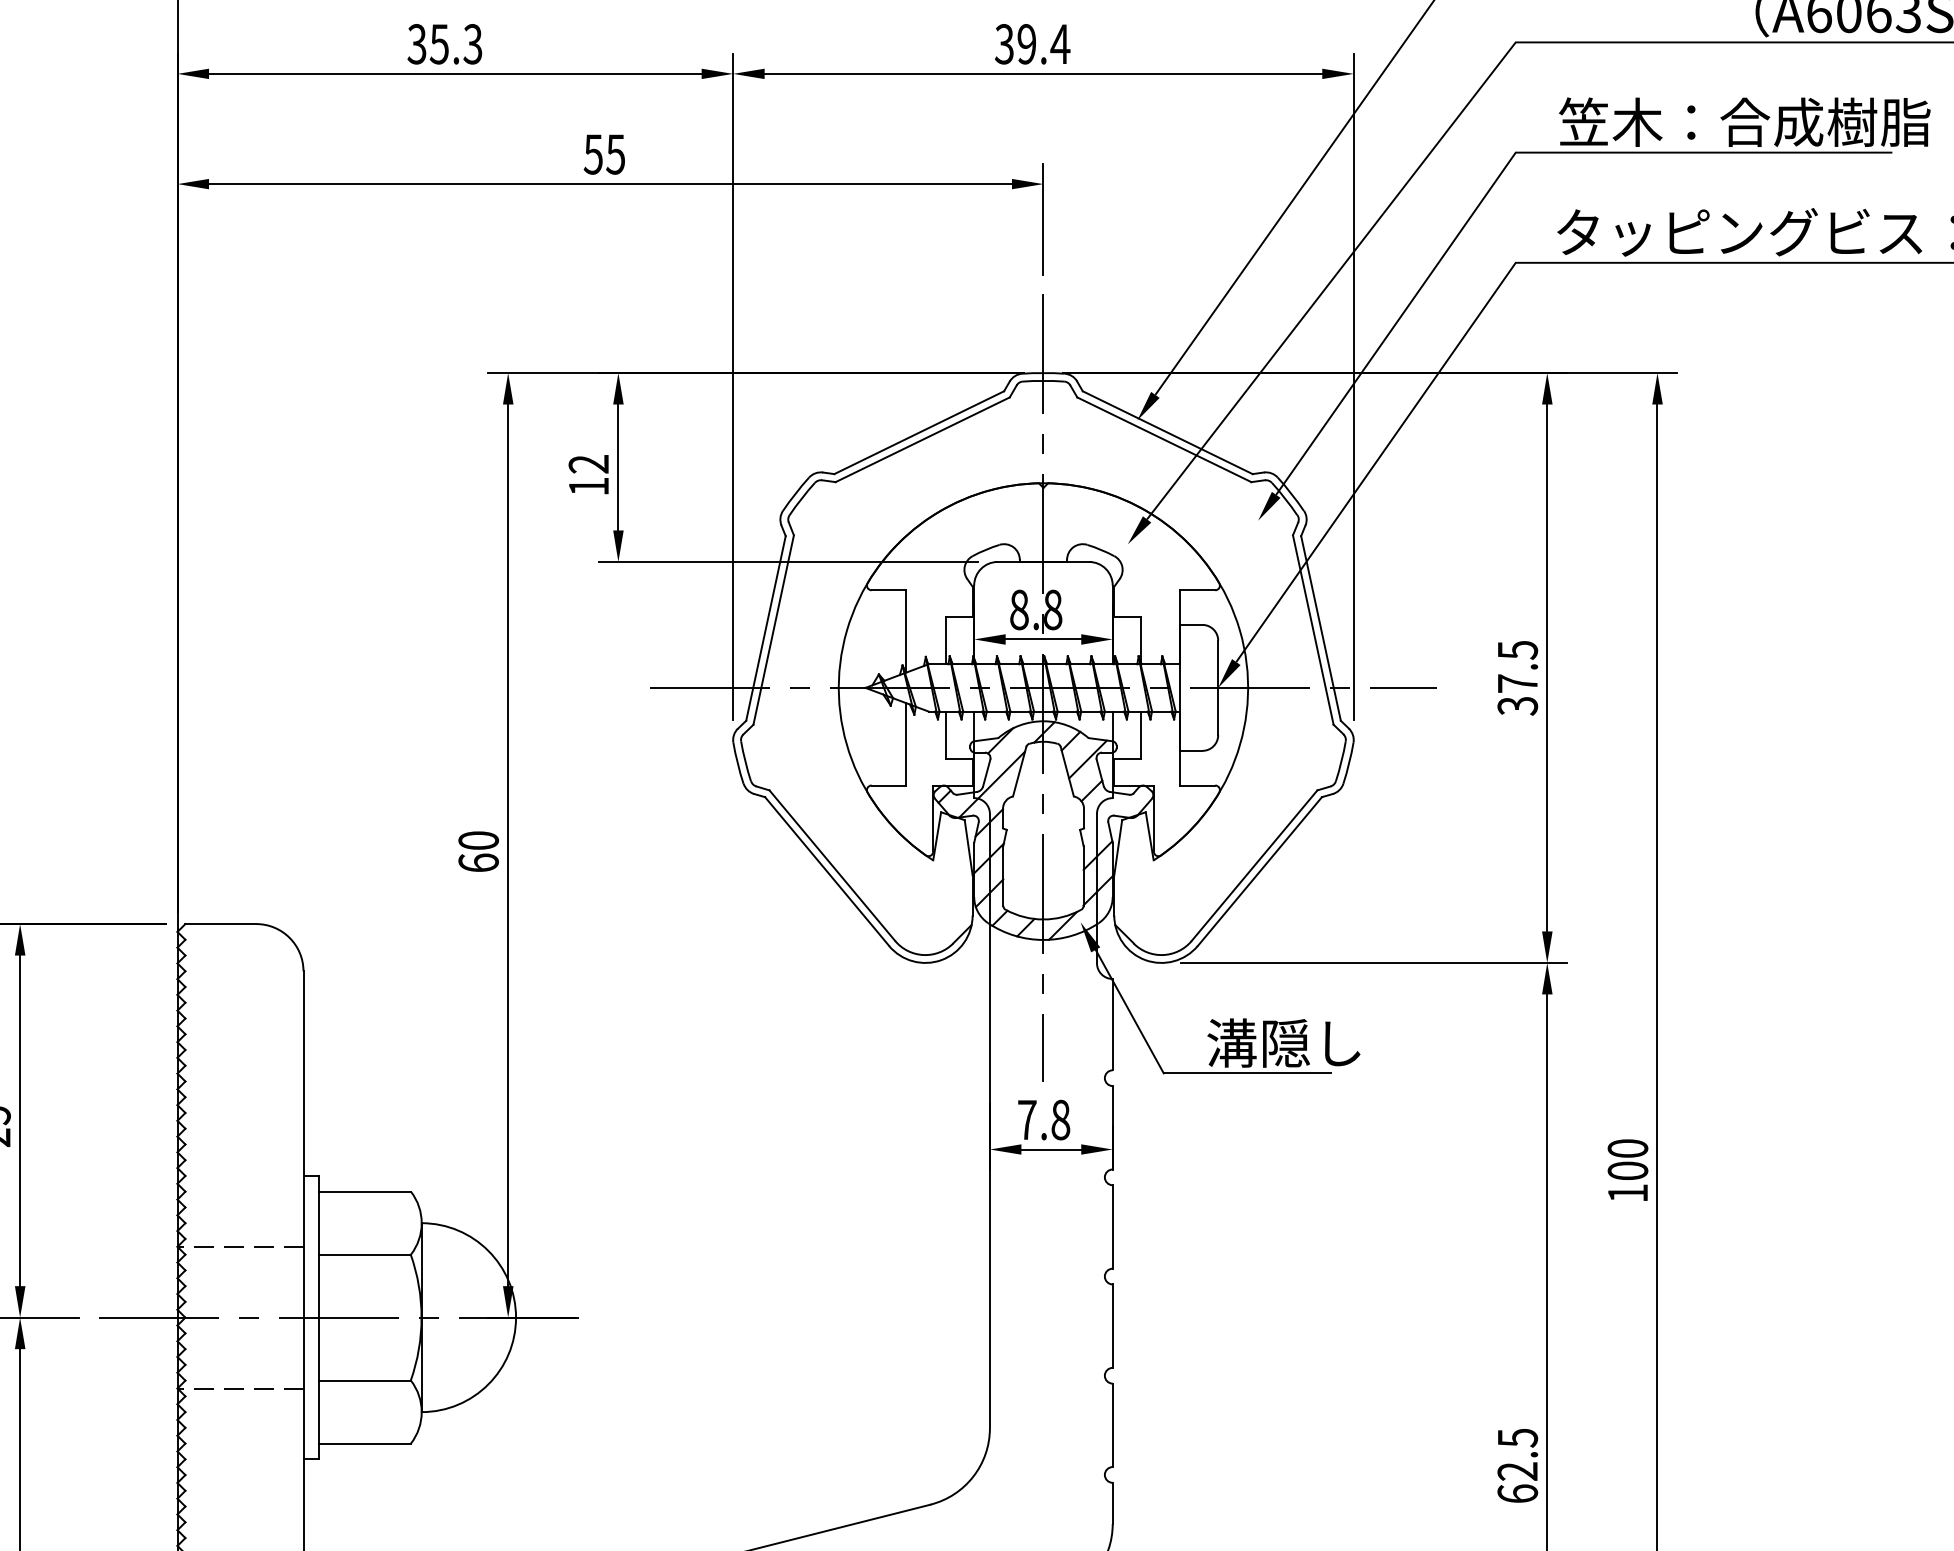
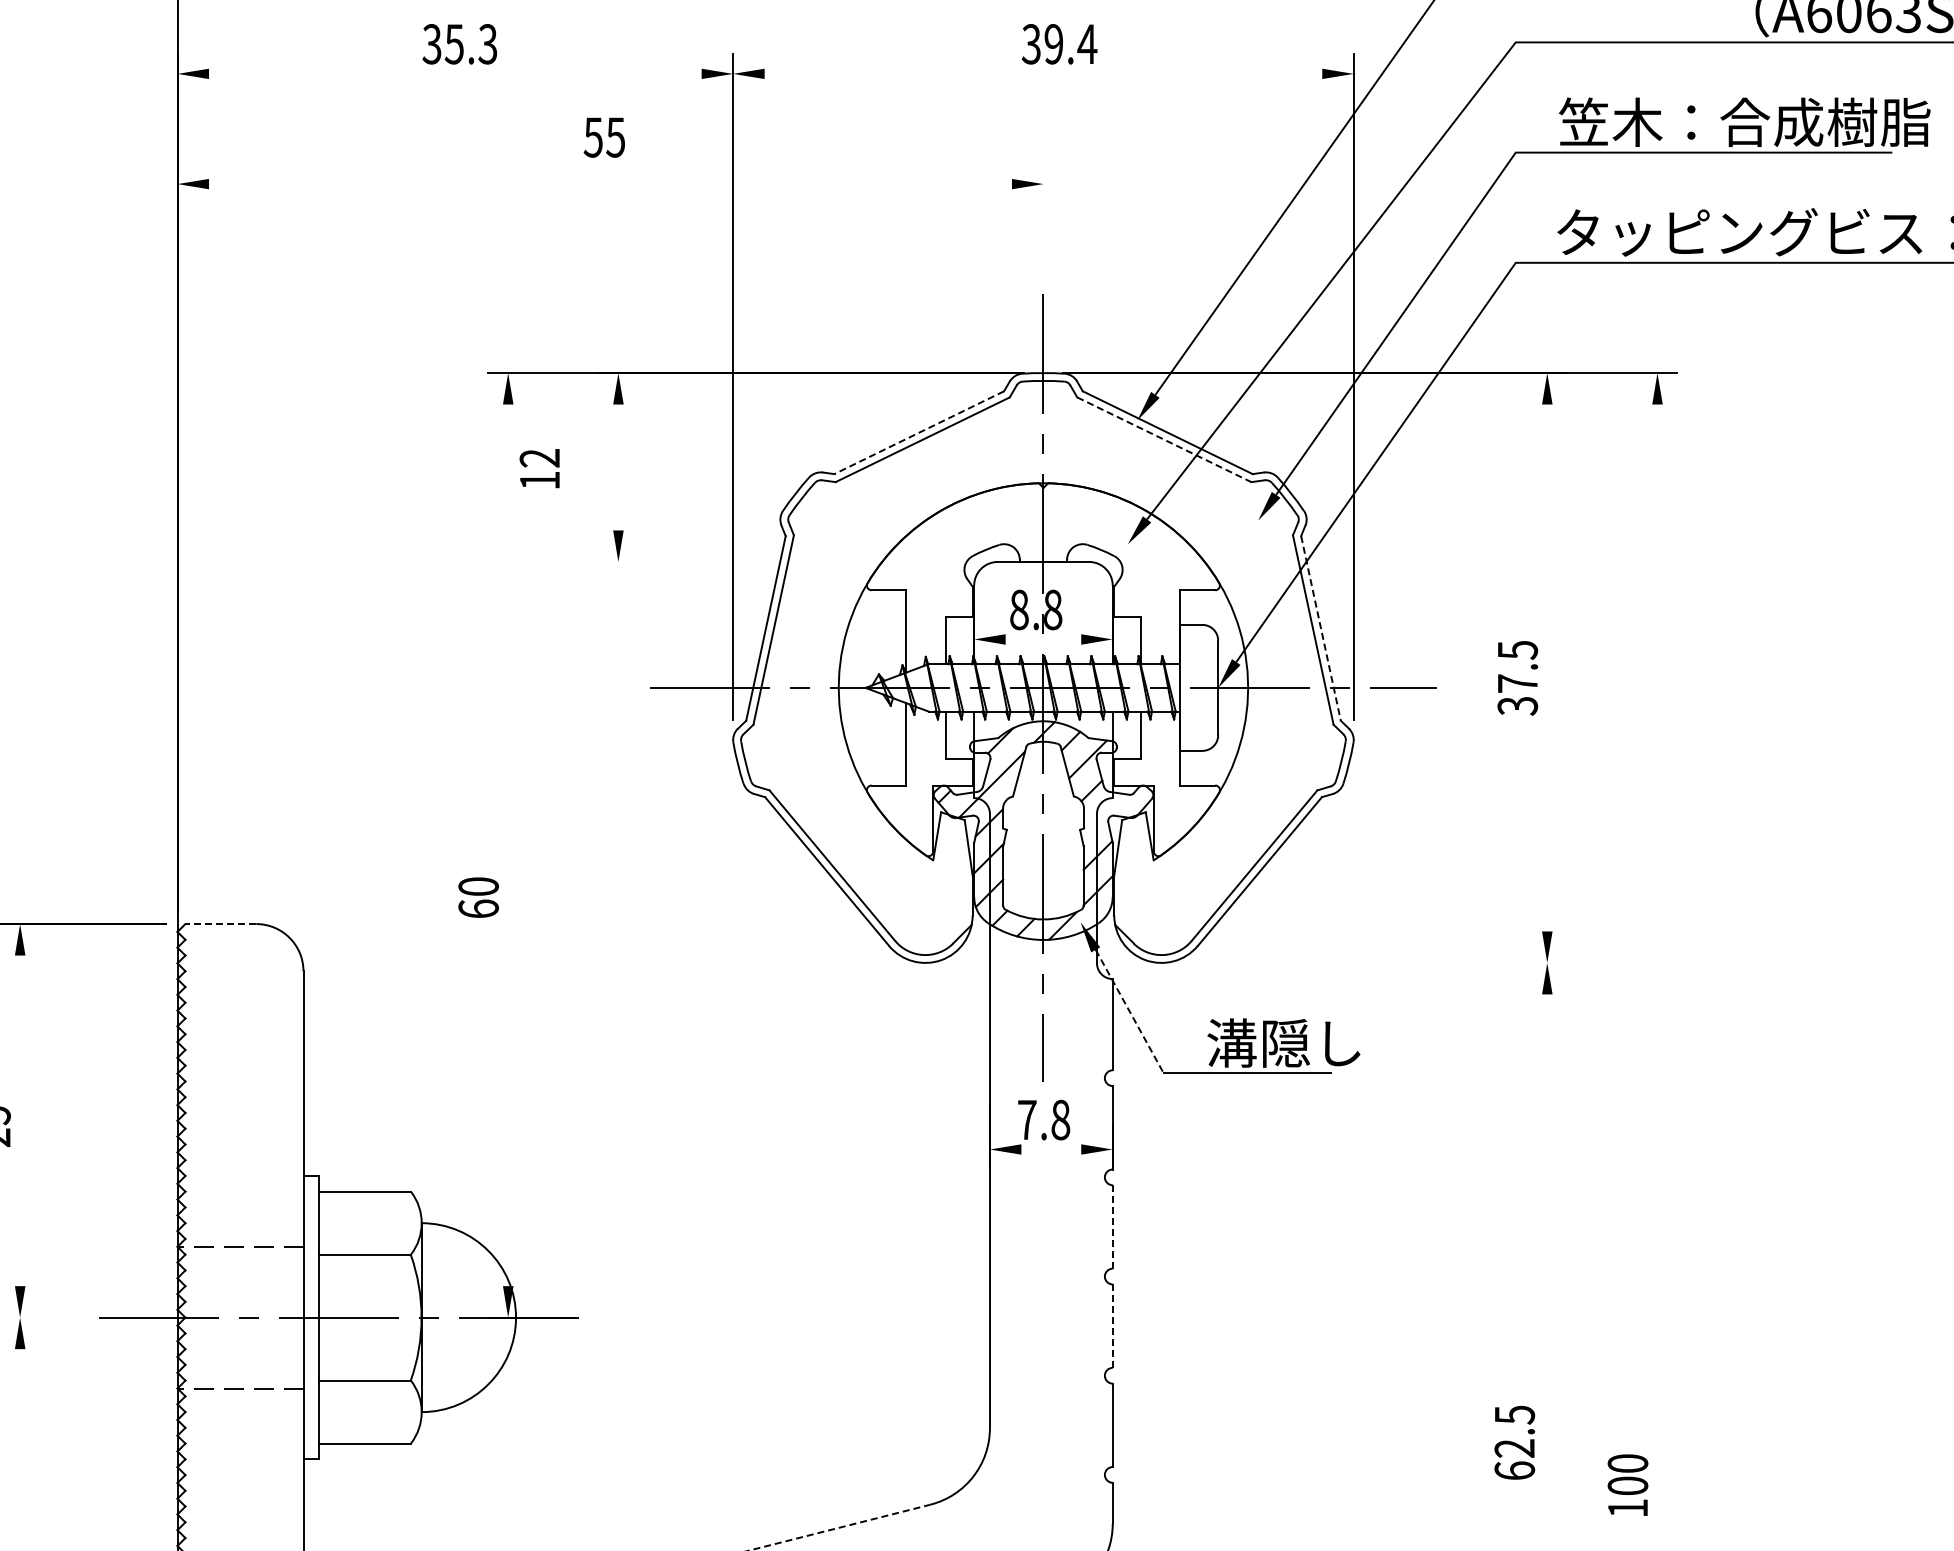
text at (444, 44) position: (444, 44) -> (459, 44)
text at (1032, 44) position: (1032, 44) -> (1059, 44)
line at (455, 73): present -> none
line at (1043, 73): present -> none
text at (603, 154) position: (603, 154) -> (603, 137)
line at (610, 184): present -> none
line at (1043, 219): present -> none
line at (918, 432): solid -> dashed
line at (1164, 439): solid -> dashed
line at (618, 467): present -> none
text at (588, 474) position: (588, 474) -> (539, 468)
line at (788, 561): present -> none
line at (1321, 628): solid -> dashed
line at (1043, 639): present -> none
line at (1547, 667): present -> none
line at (508, 845): present -> none
text at (478, 851) position: (478, 851) -> (478, 897)
line at (220, 924): solid -> dashed
line at (1373, 962): present -> none
line at (1657, 975): present -> none
line at (1129, 1012): solid -> dashed
line at (20, 1120): present -> none
line at (1051, 1149): present -> none
text at (1627, 1169) position: (1627, 1169) -> (1627, 1484)
line at (1112, 1226): solid -> dashed
line at (1547, 1270): present -> none
line at (40, 1317): present -> none
line at (1112, 1326): solid -> dashed
line at (20, 1448): present -> none
text at (1517, 1465) position: (1517, 1465) -> (1514, 1442)
line at (839, 1527): solid -> dashed
